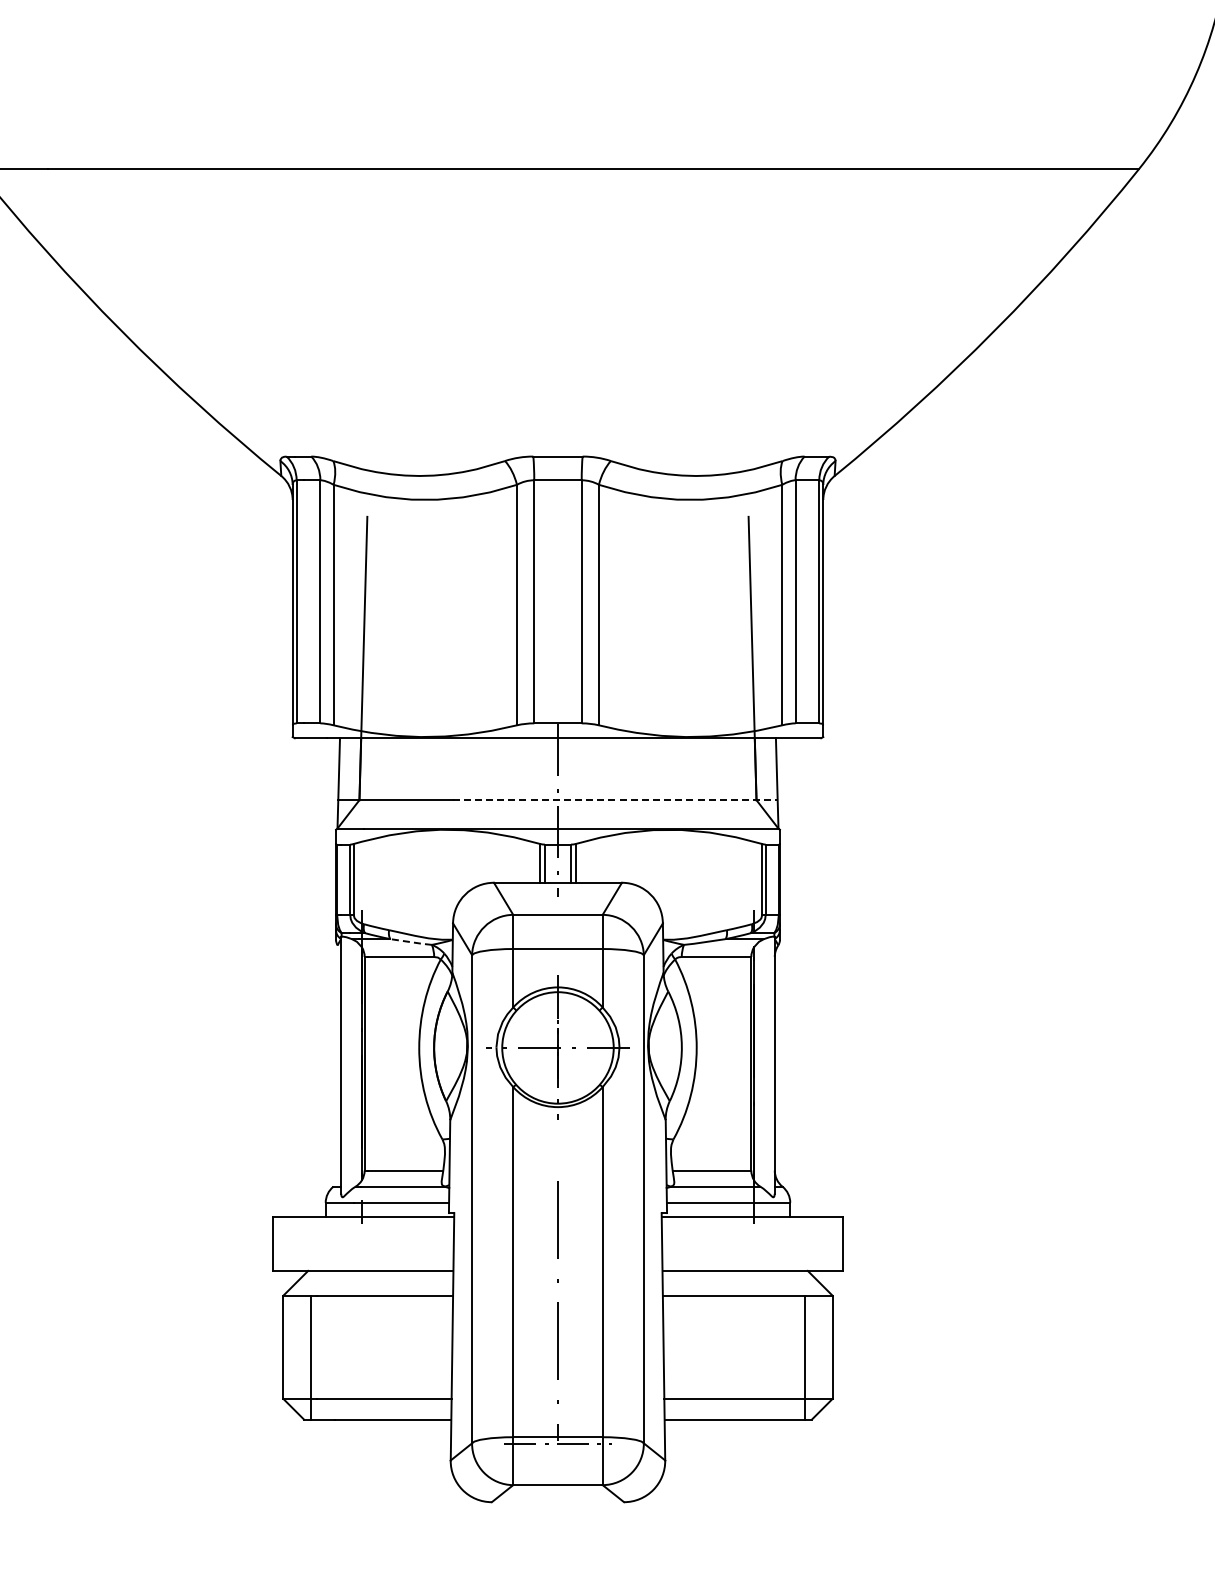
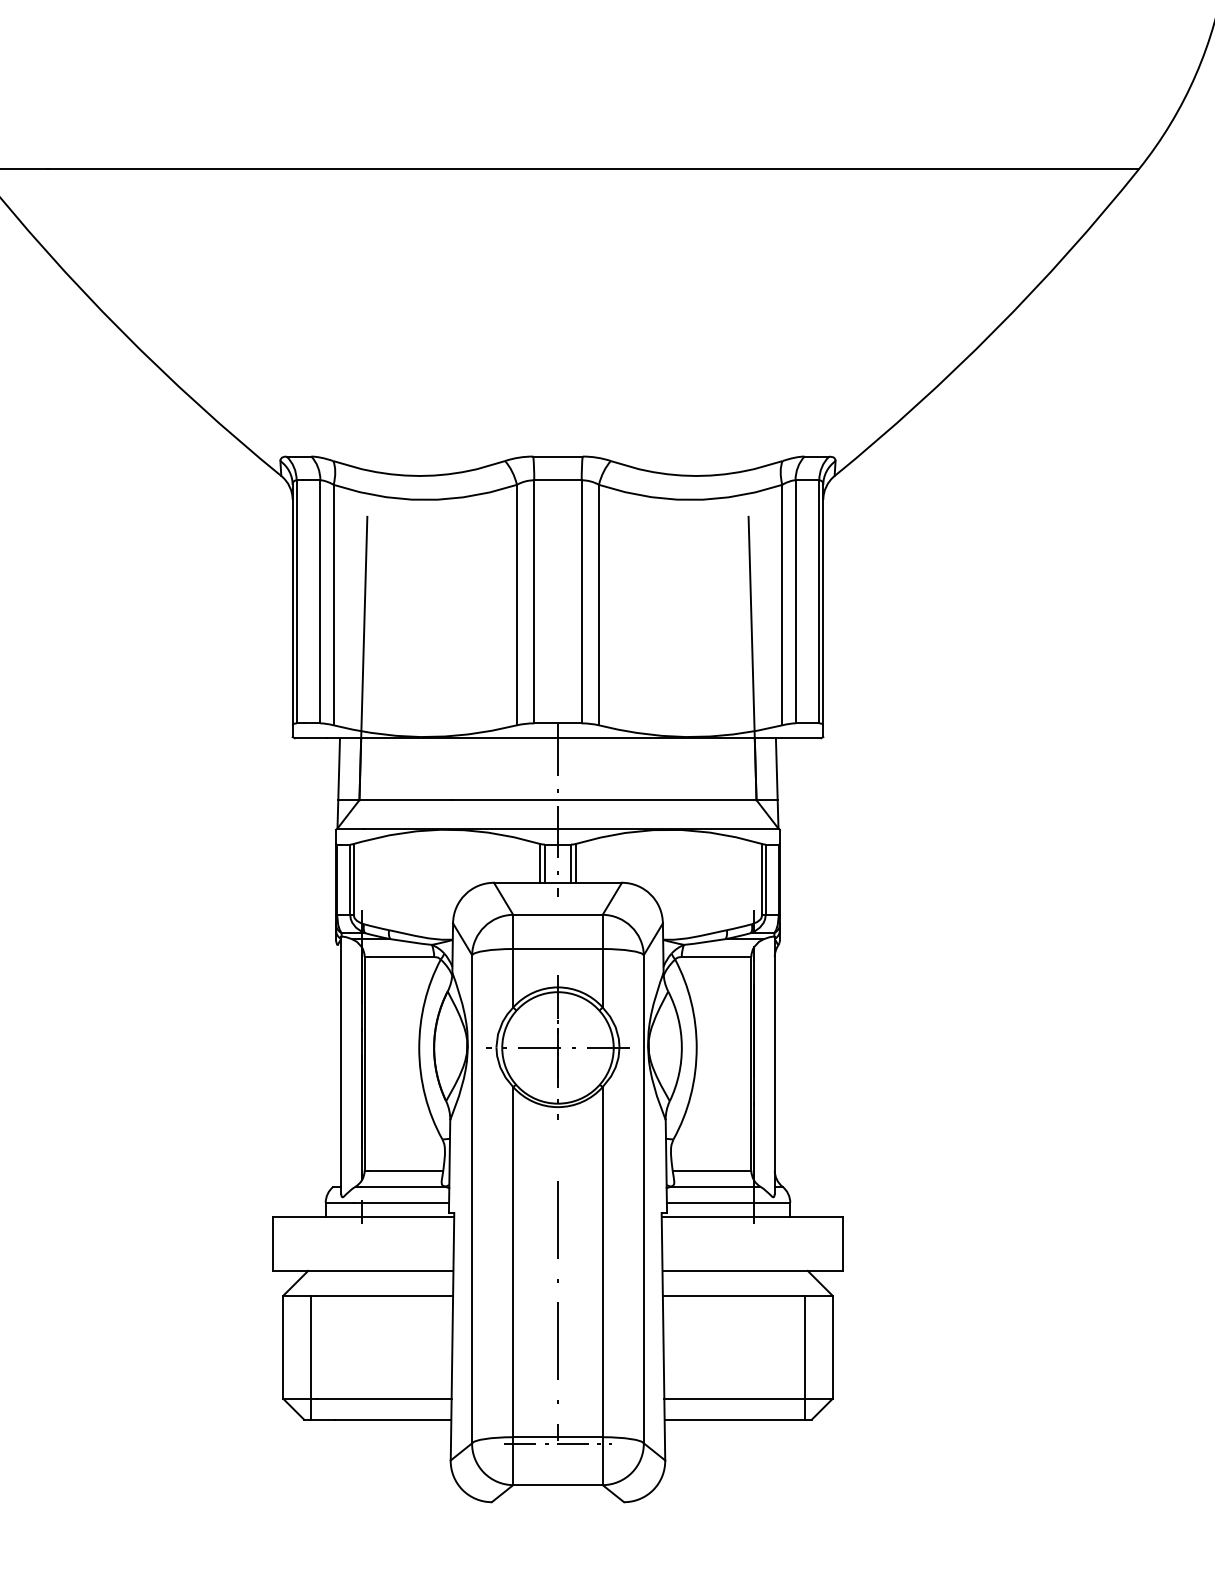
line at (615, 800): dashed -> solid
line at (411, 942): dashed -> solid
